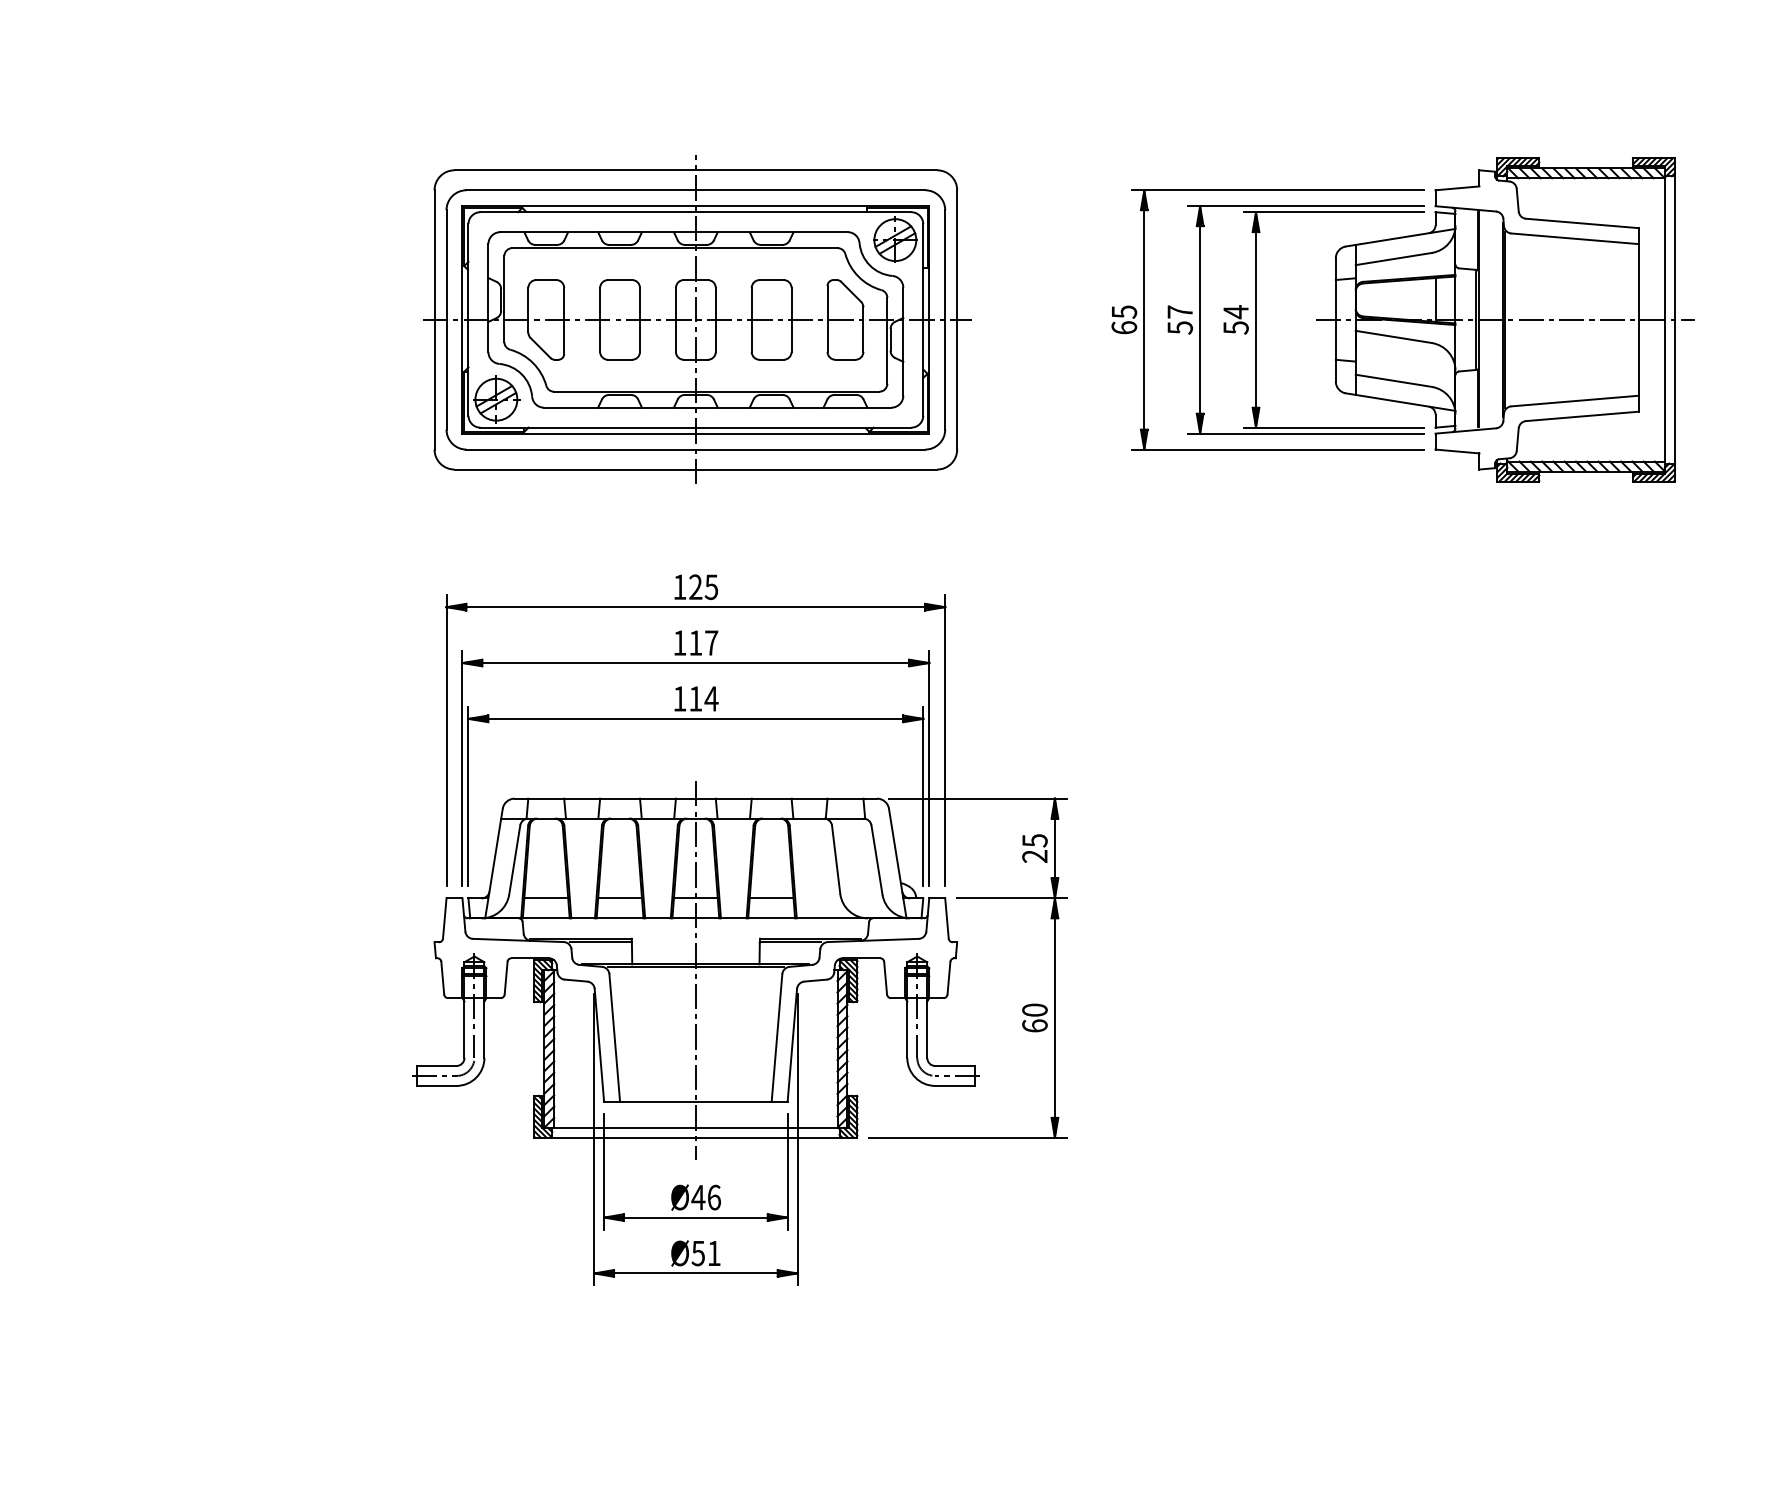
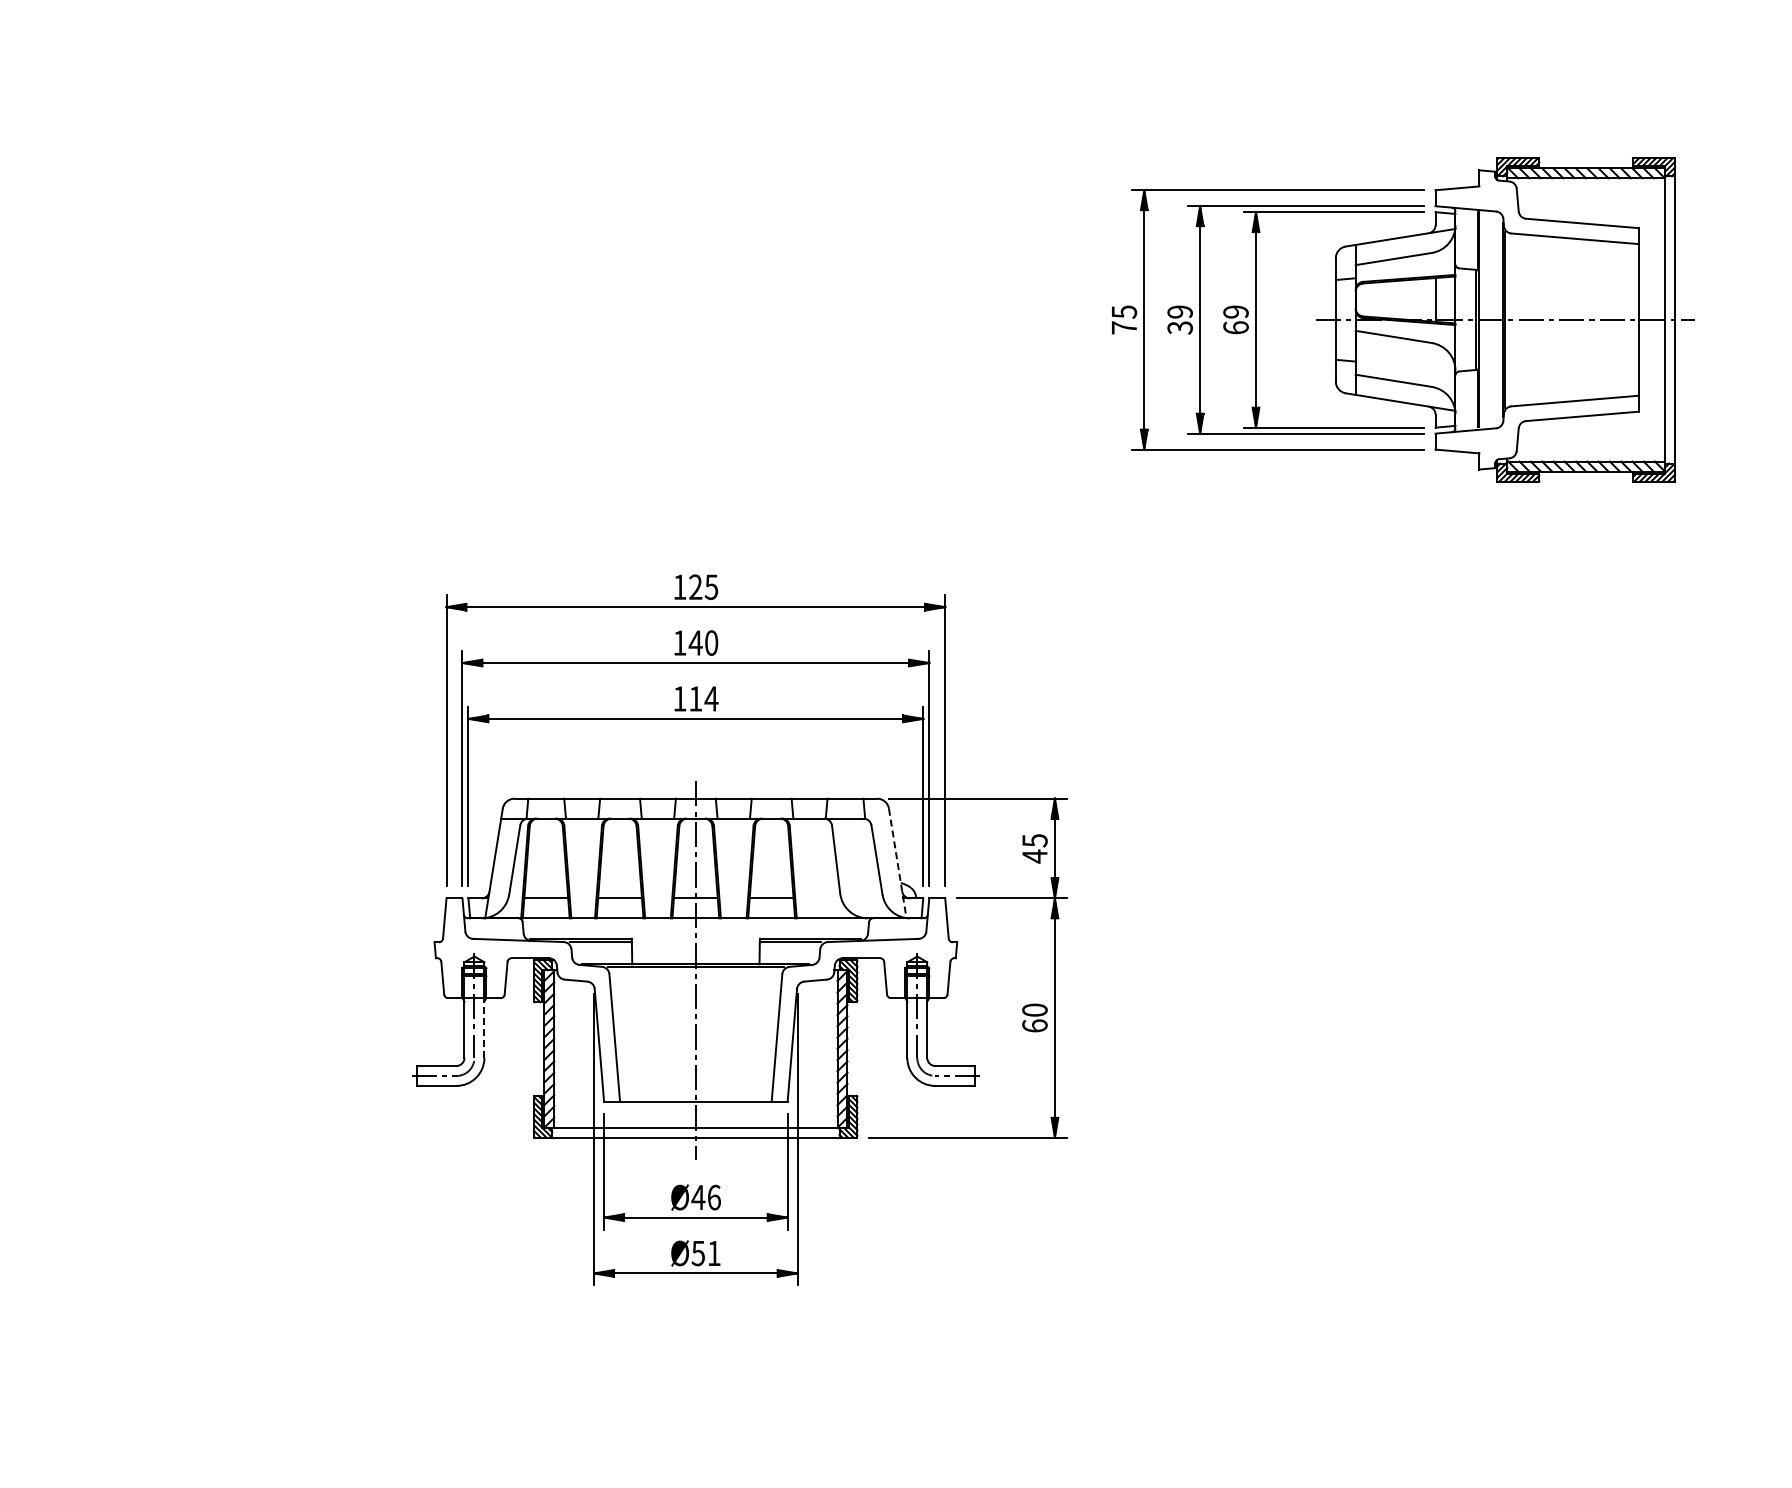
part at (697, 319): present -> none
text at (1179, 319): 57 -> 39
text at (1235, 319): 54 -> 69
text at (1124, 327): 65 -> 75
text at (703, 642): 117 -> 140
text at (1034, 856): 25 -> 45
line at (897, 864): solid -> dashed
line at (484, 1028): solid -> dashed
